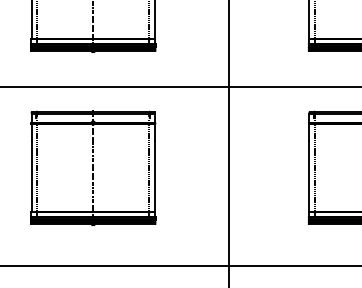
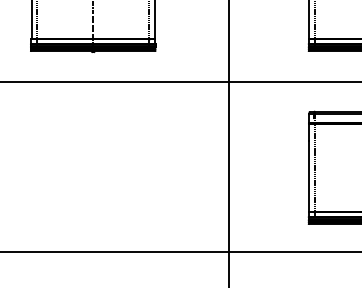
line at (180, 86) position: (180, 86) -> (180, 81)
part at (93, 168): present -> none
line at (180, 266) position: (180, 266) -> (180, 252)
